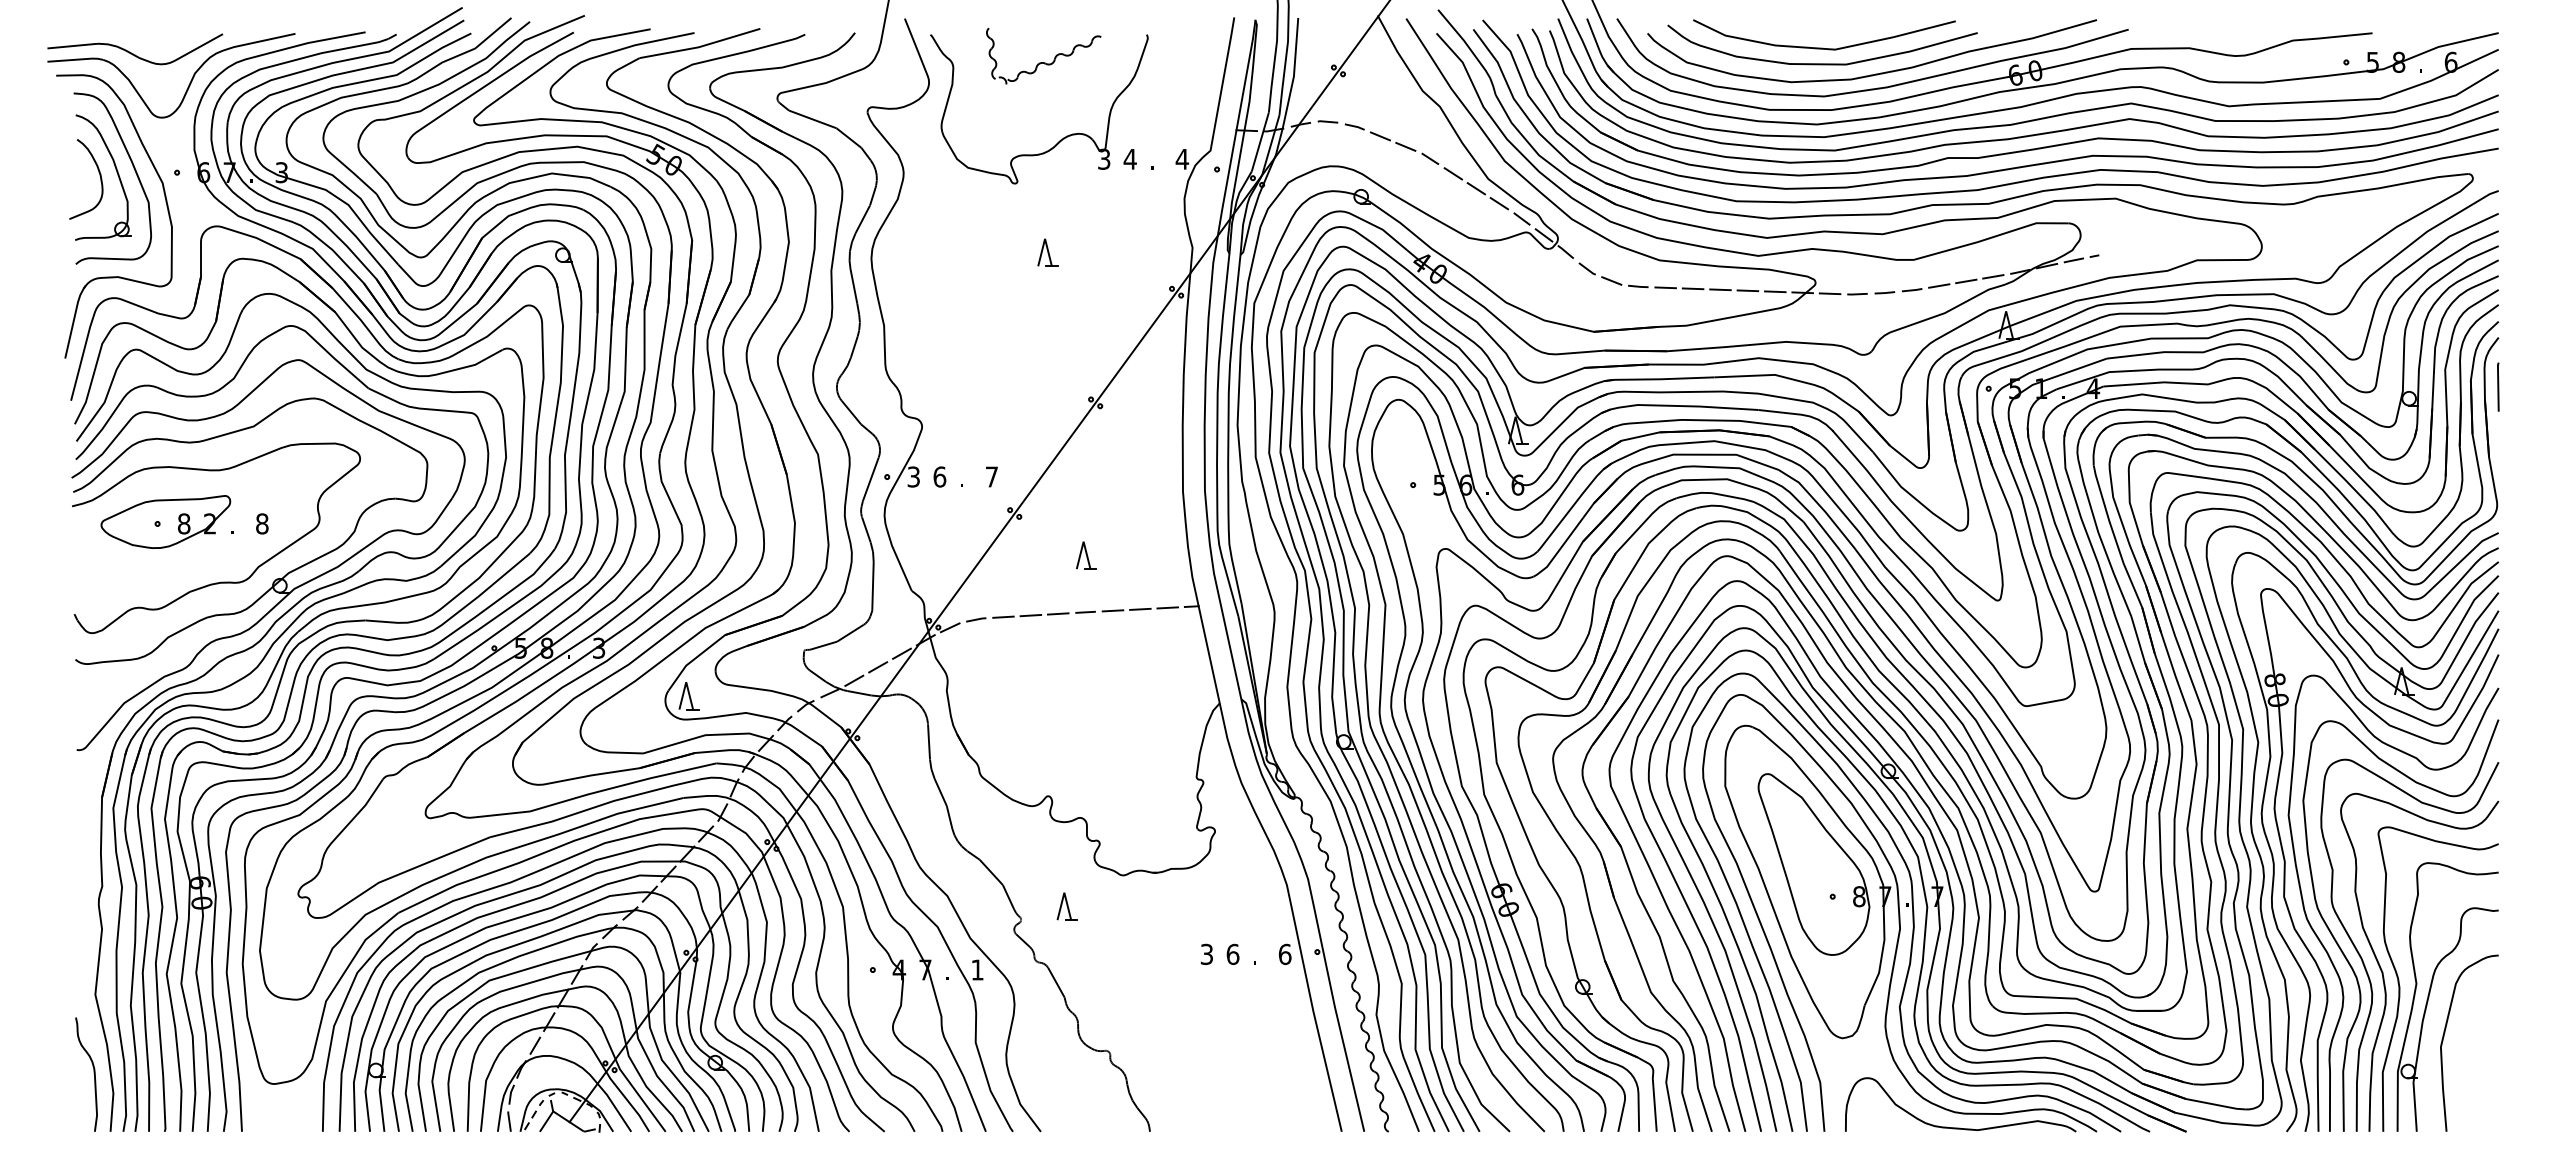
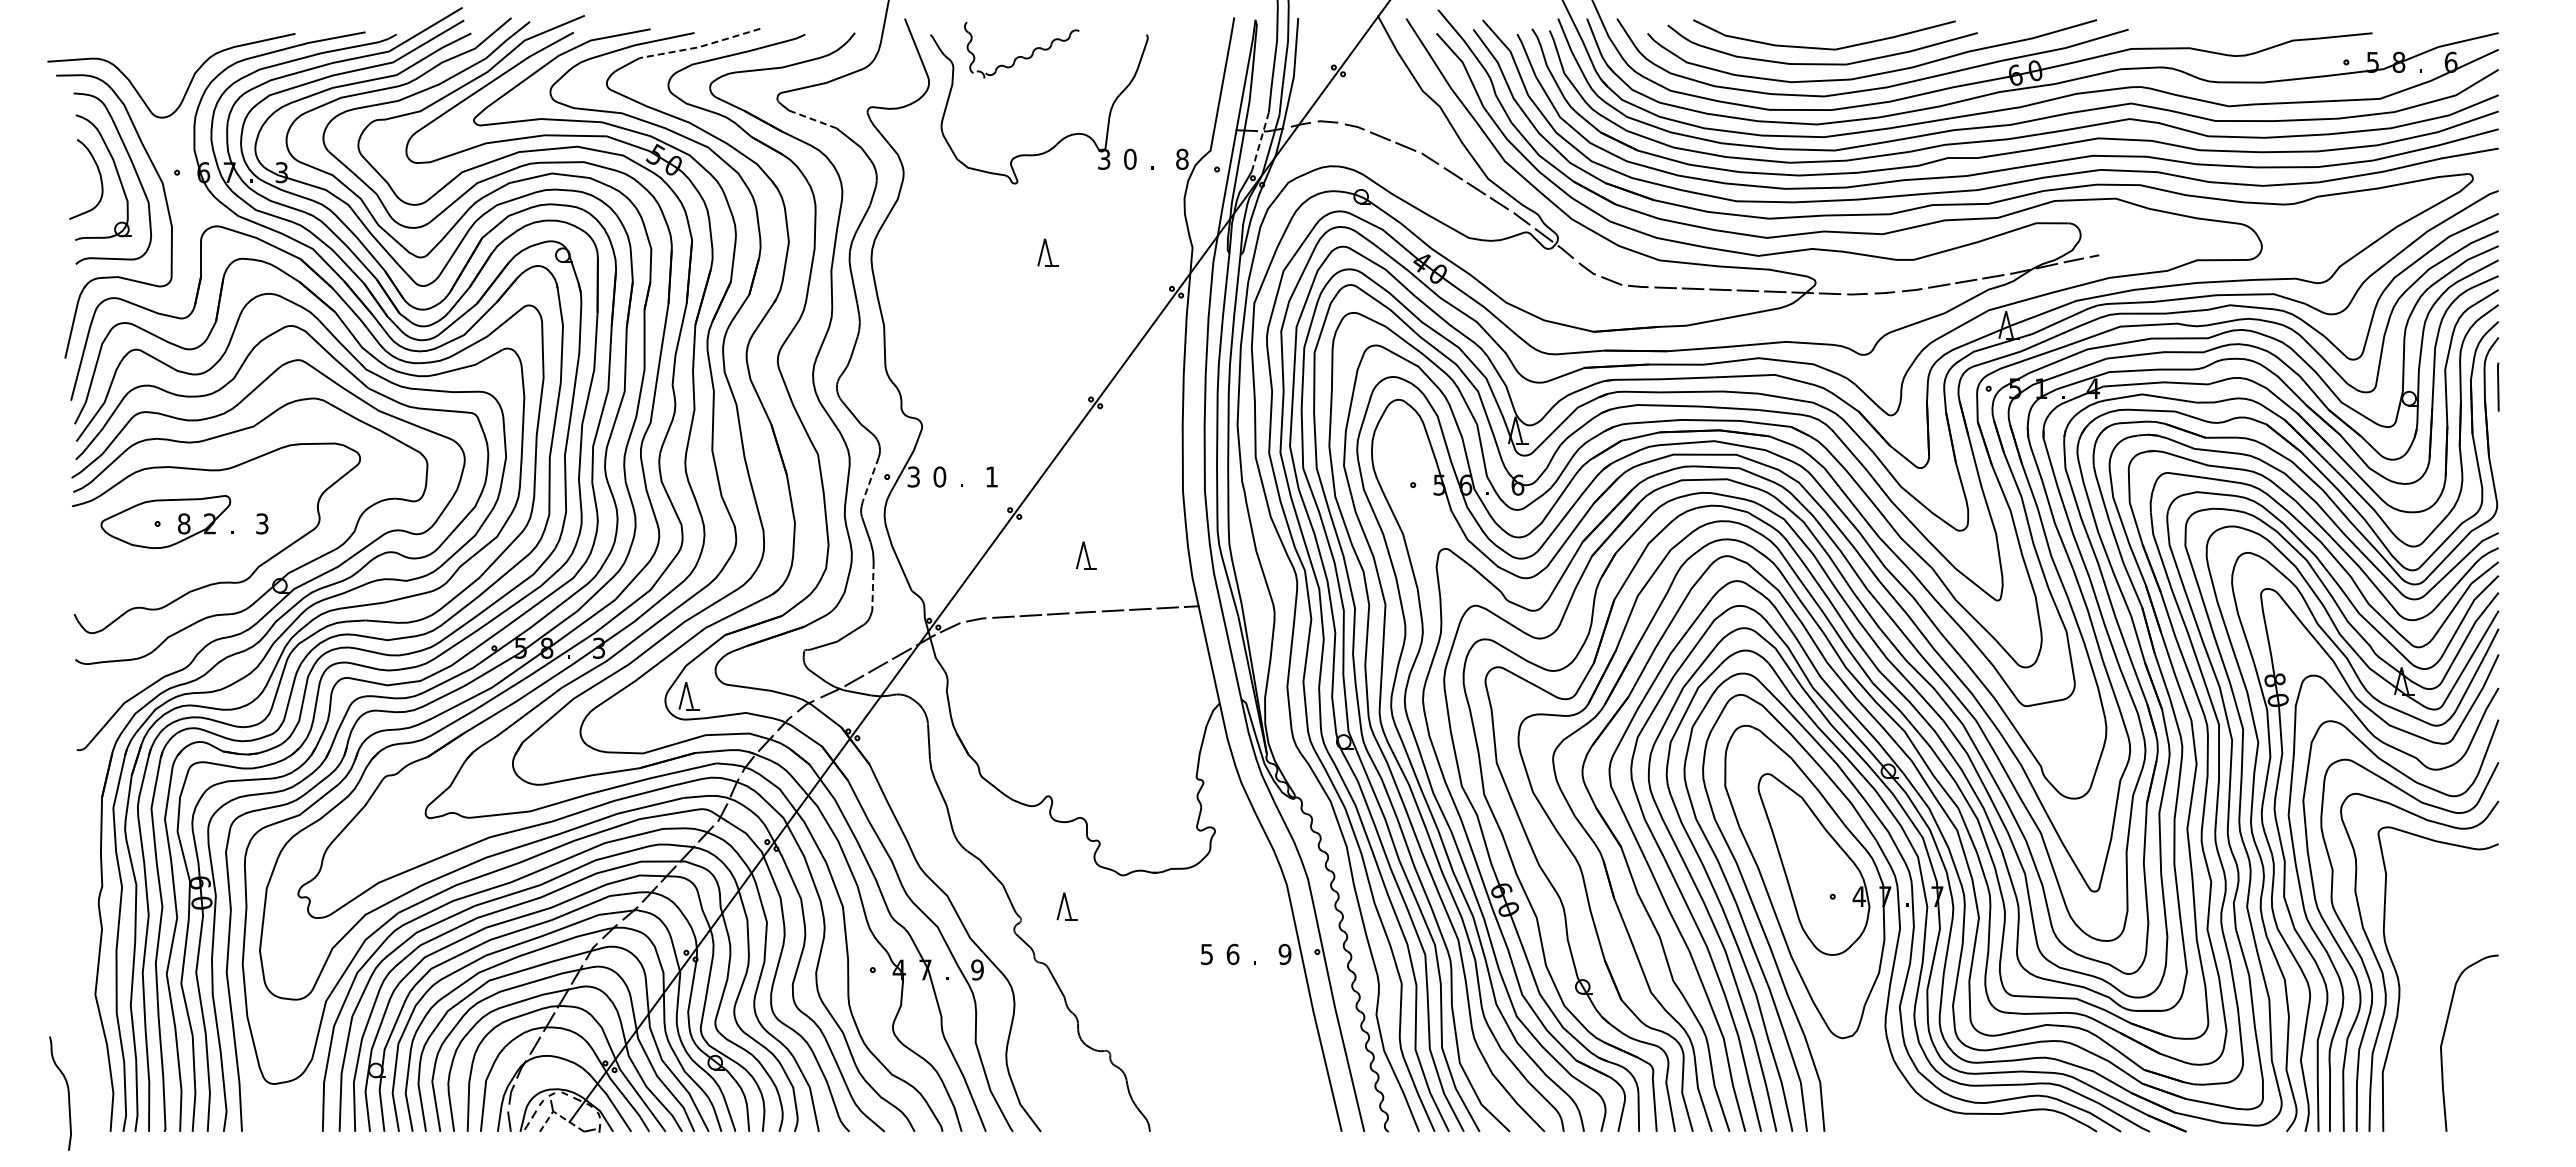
line at (699, 47): solid -> dashed
curve at (133, 53): present -> none
part at (1043, 62) position: (1043, 62) -> (1021, 56)
line at (813, 119): solid -> dashed
line at (1260, 141): solid -> dashed
text at (1129, 158): 4 -> 0
text at (1182, 158): 4 -> 8
text at (939, 476): 6 -> 0
text at (991, 476): 7 -> 1
line at (870, 479): solid -> dashed
text at (262, 523): 8 -> 3
line at (872, 586): solid -> dashed
text at (1858, 896): 8 -> 4
text at (1206, 953): 3 -> 5
text at (1284, 954): 6 -> 9
text at (977, 969): 1 -> 9
part at (2430, 993): present -> none
curve at (93, 1073) position: (93, 1073) -> (67, 1092)
line at (558, 1115): solid -> dashed
curve at (1960, 1127): present -> none
